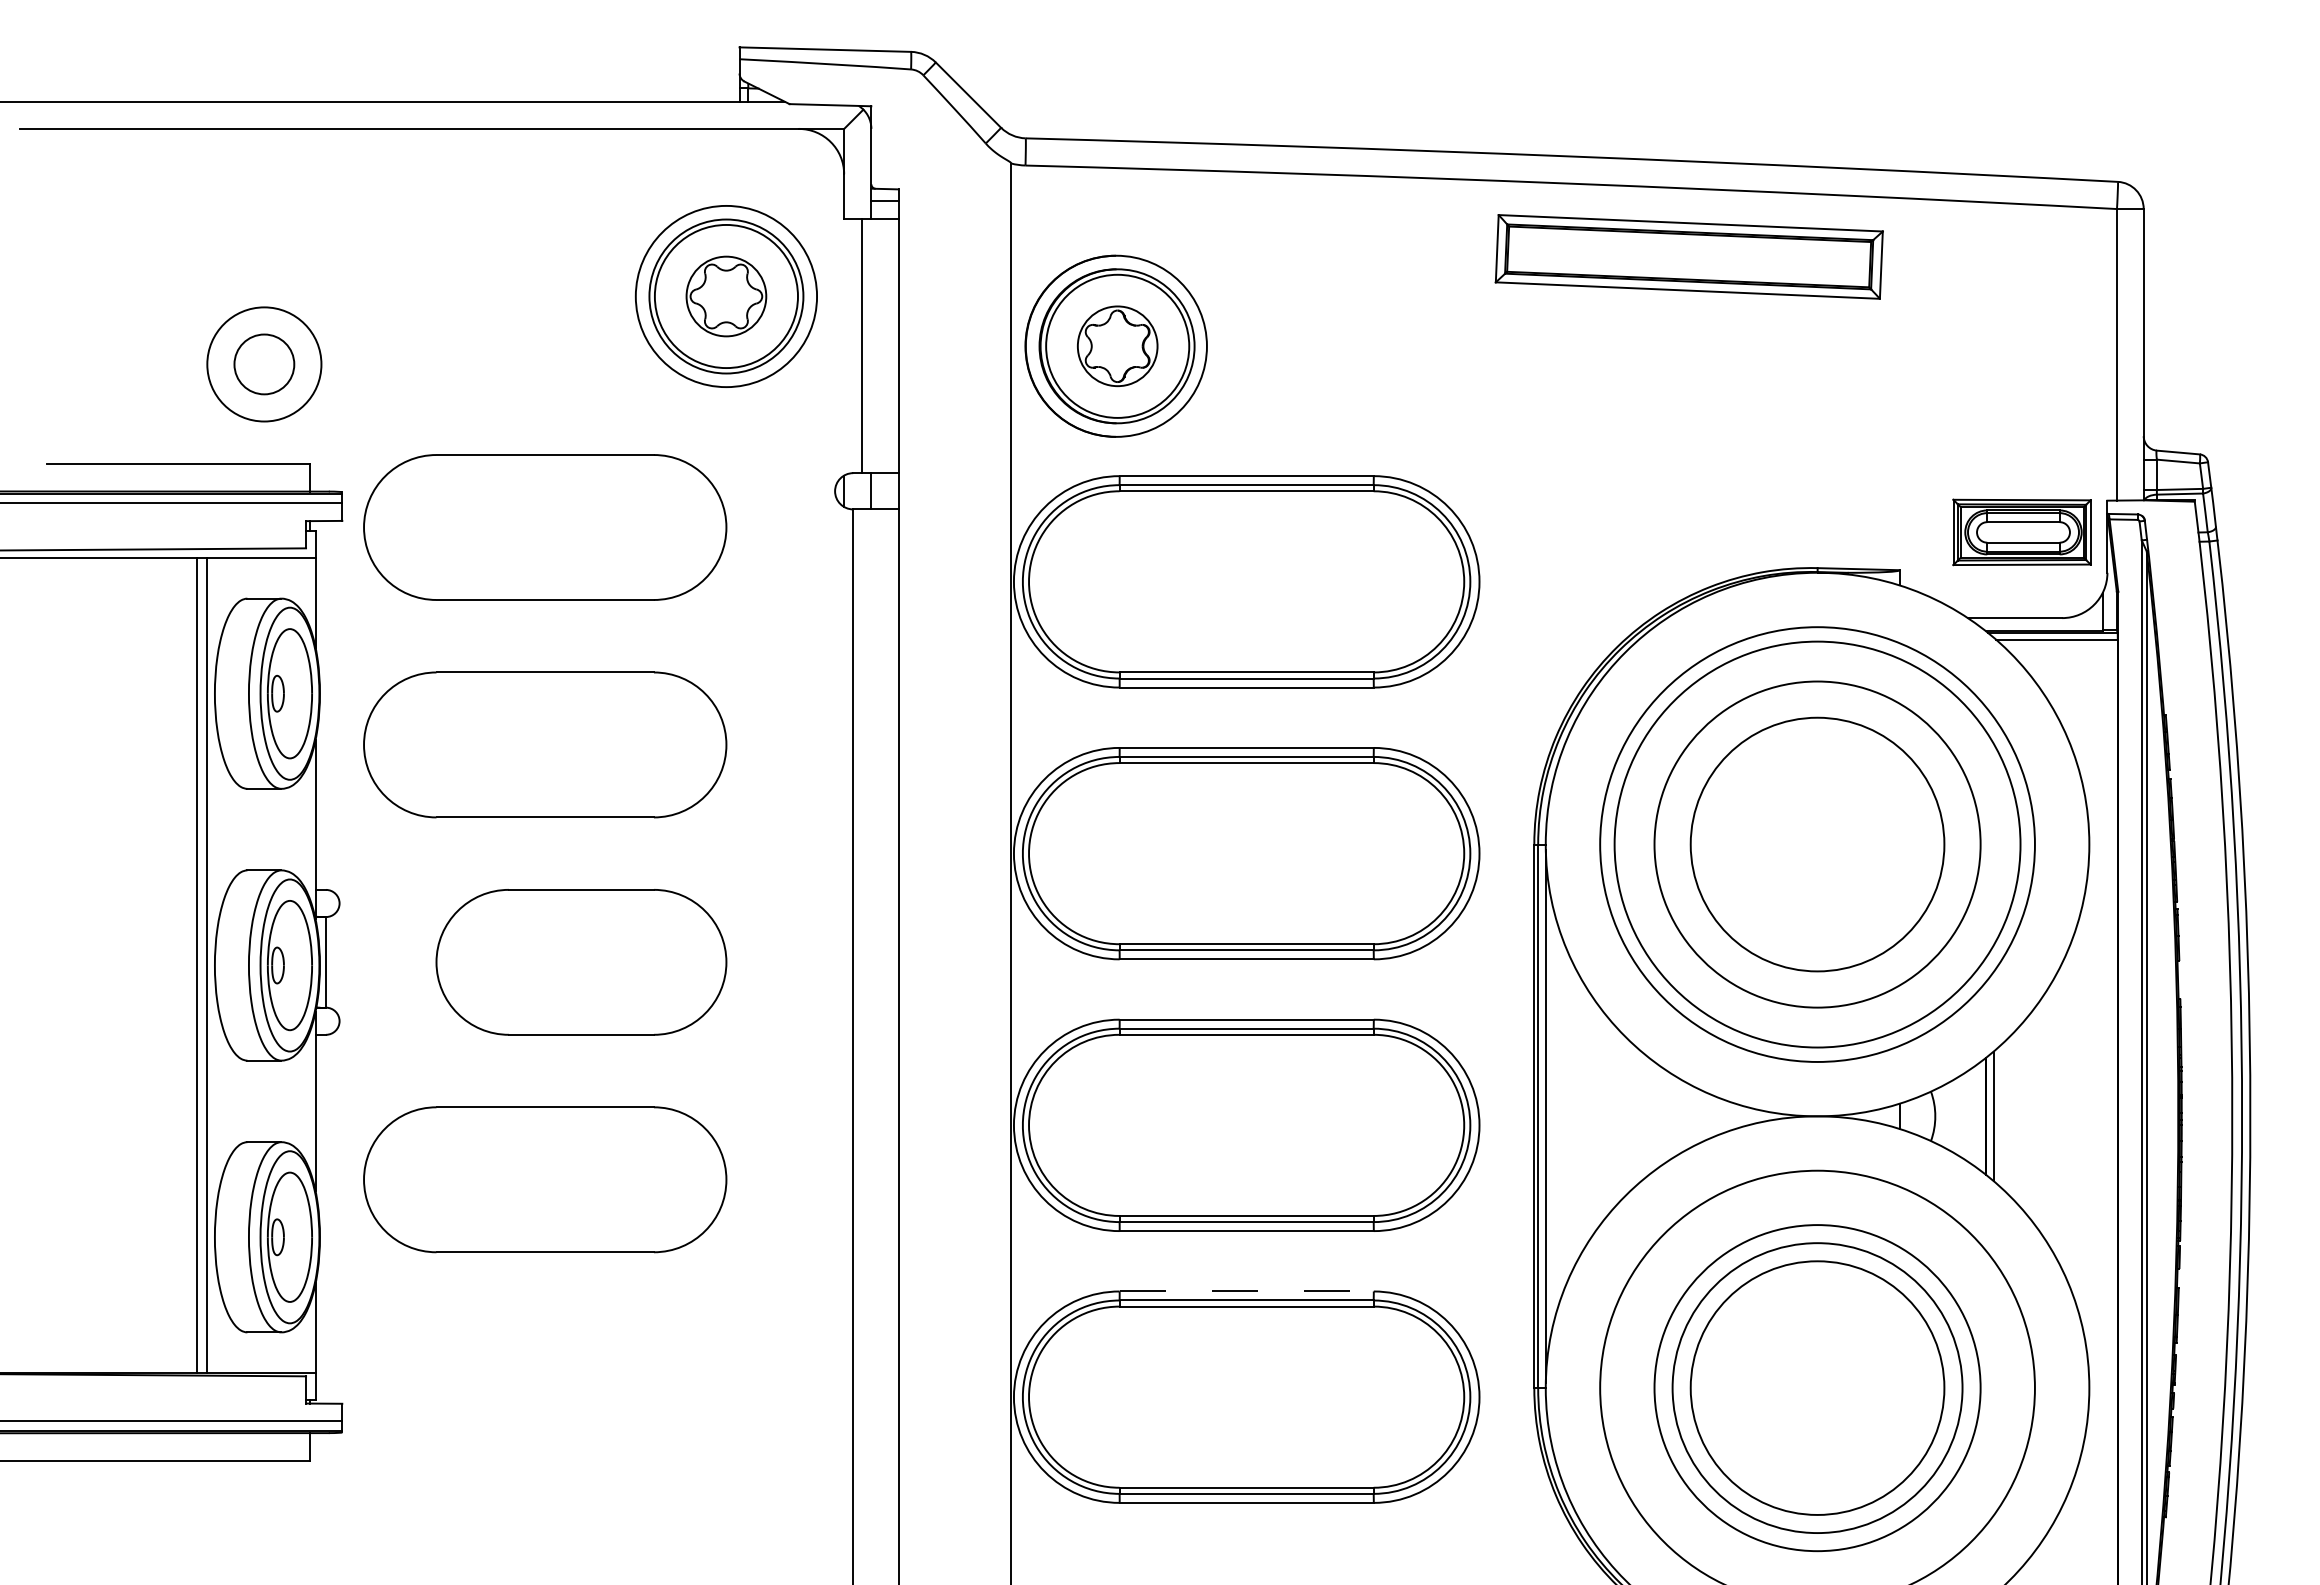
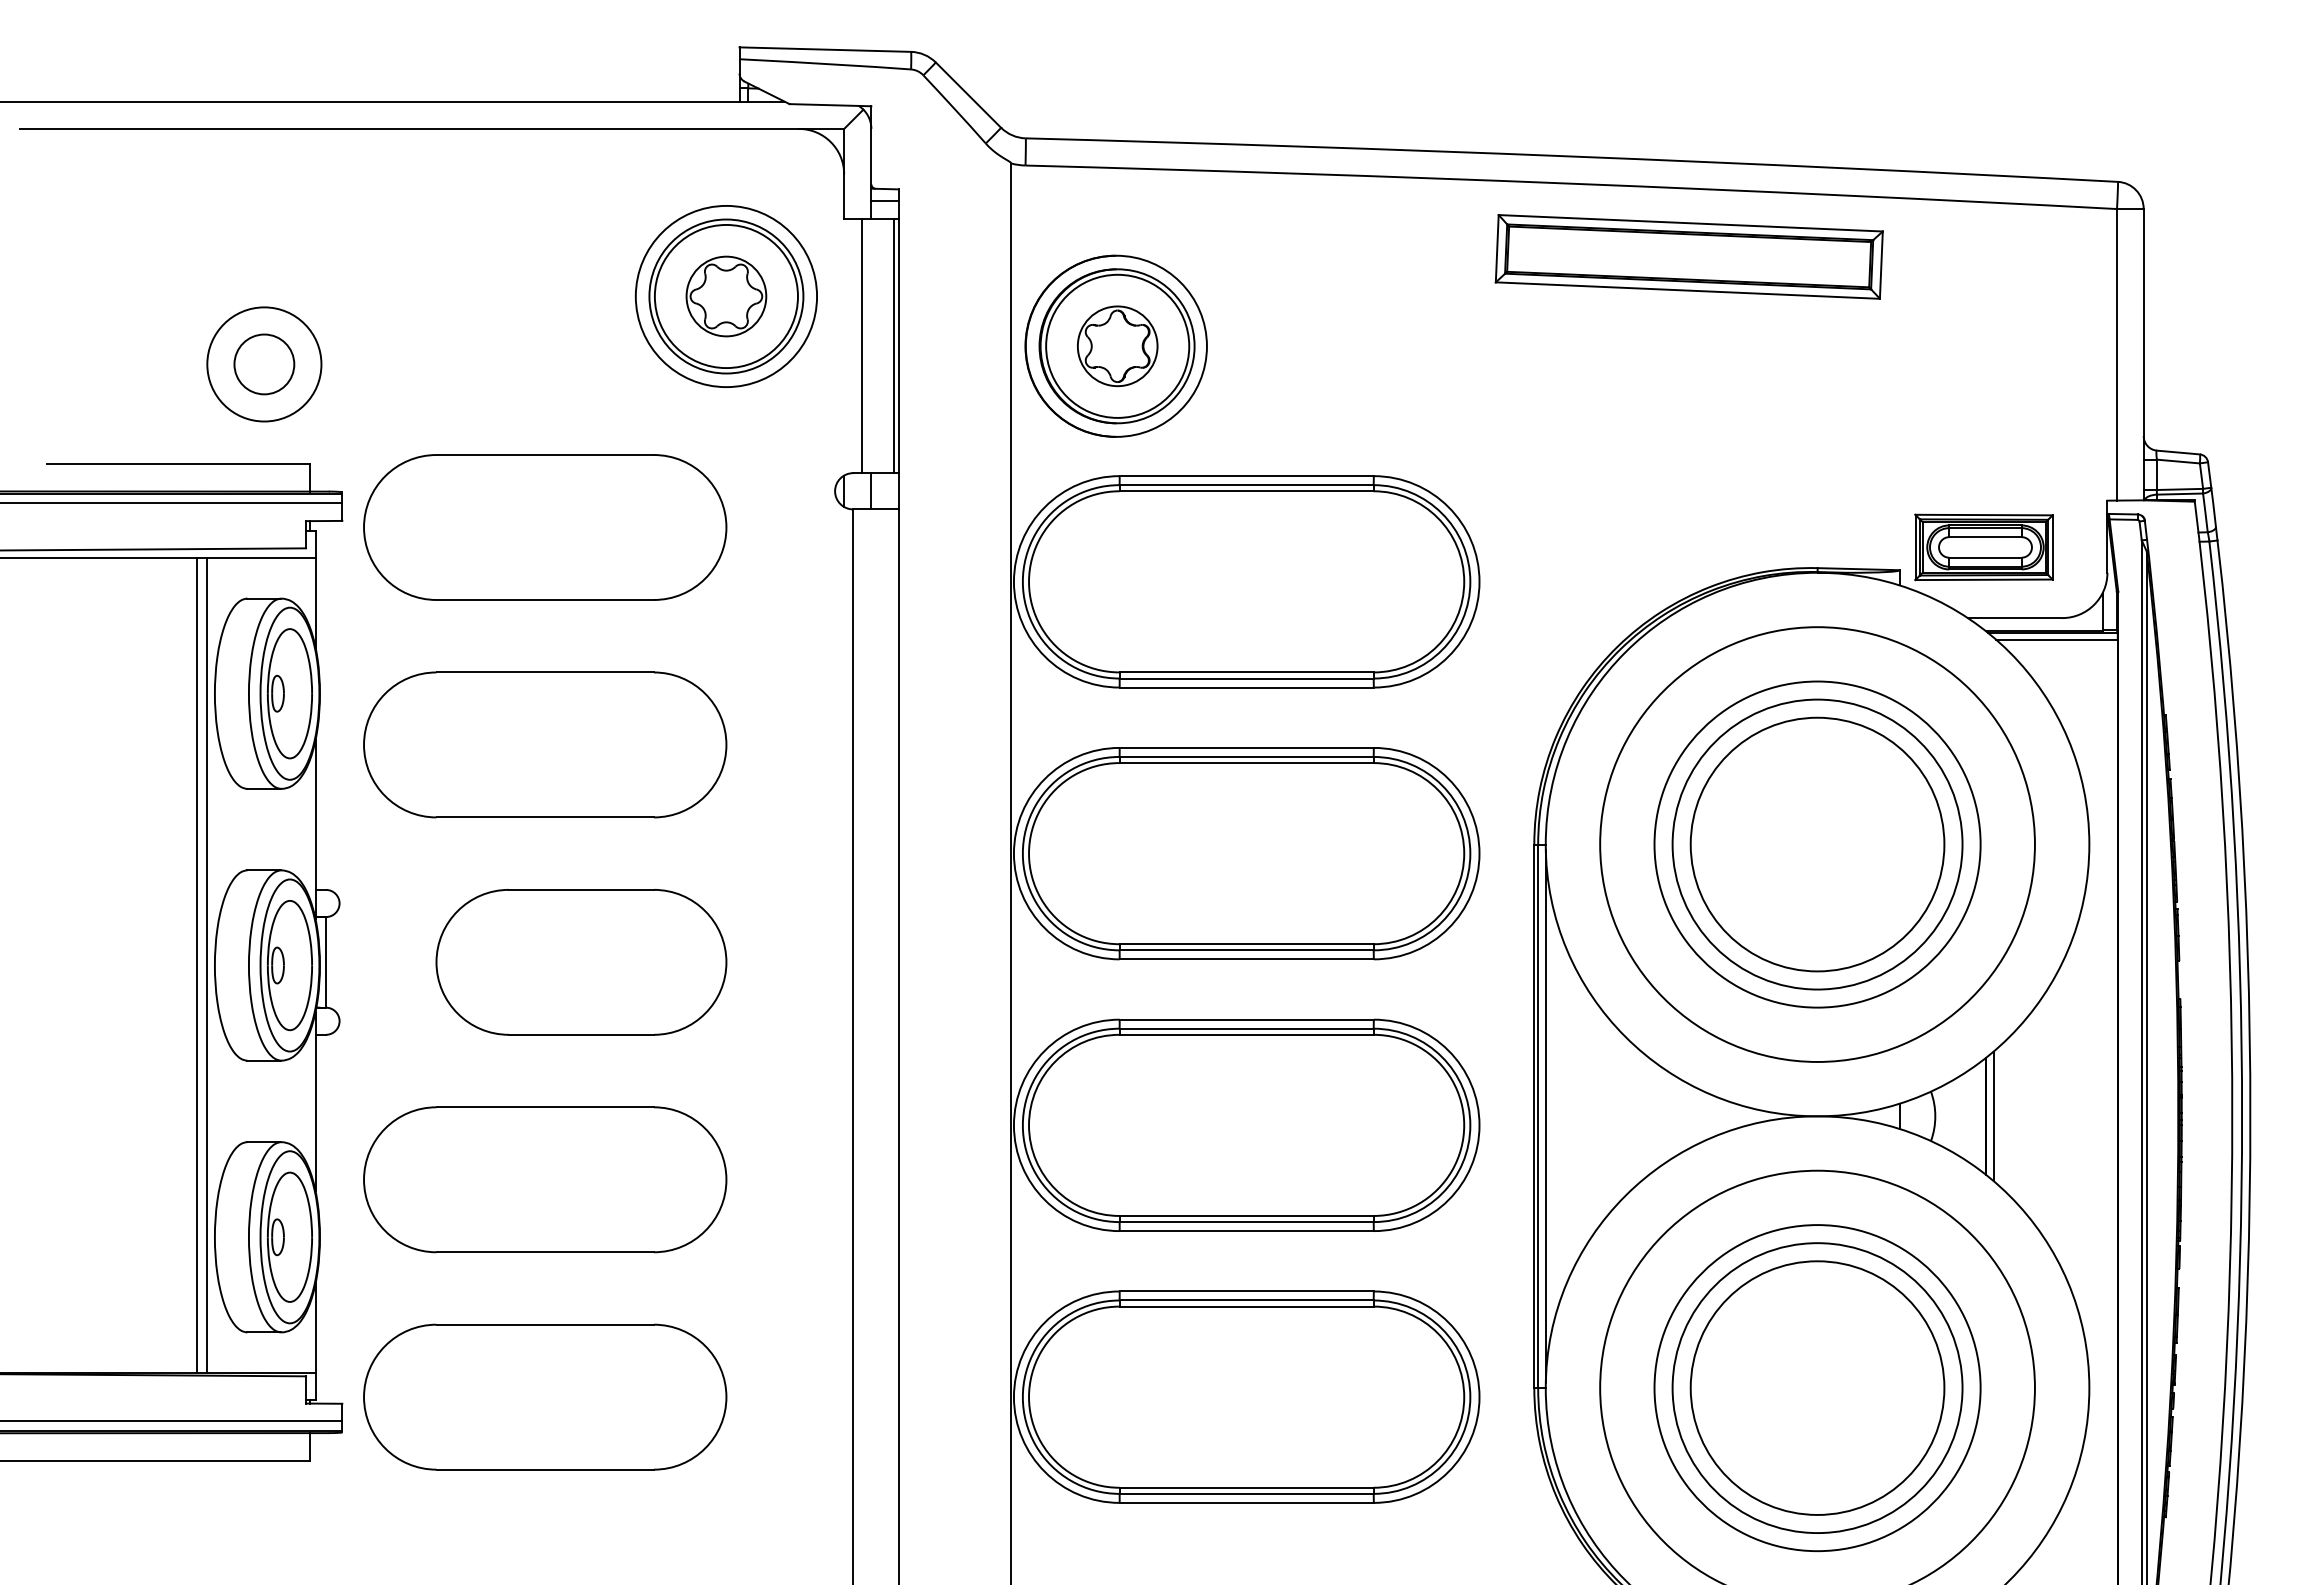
line at (893, 346): none -> present
part at (2021, 532) position: (2021, 532) -> (1983, 547)
circle at (1817, 844) diameter: 406 px -> 290 px
line at (1247, 1291): dashed -> solid
part at (545, 1396): none -> present
